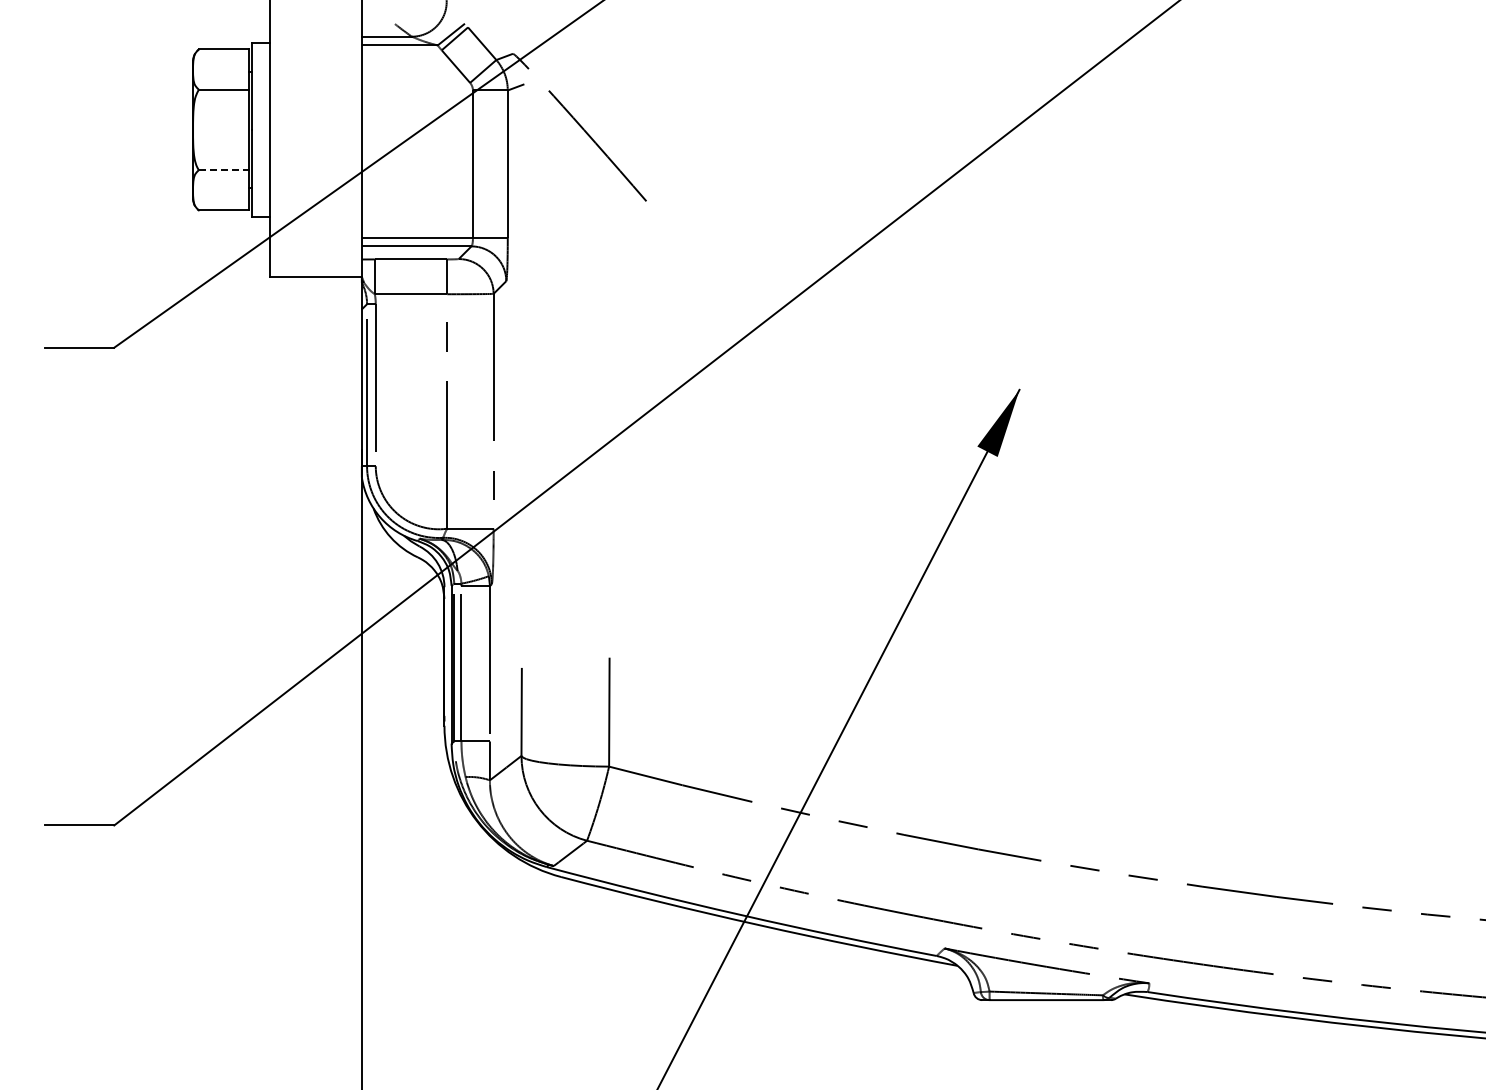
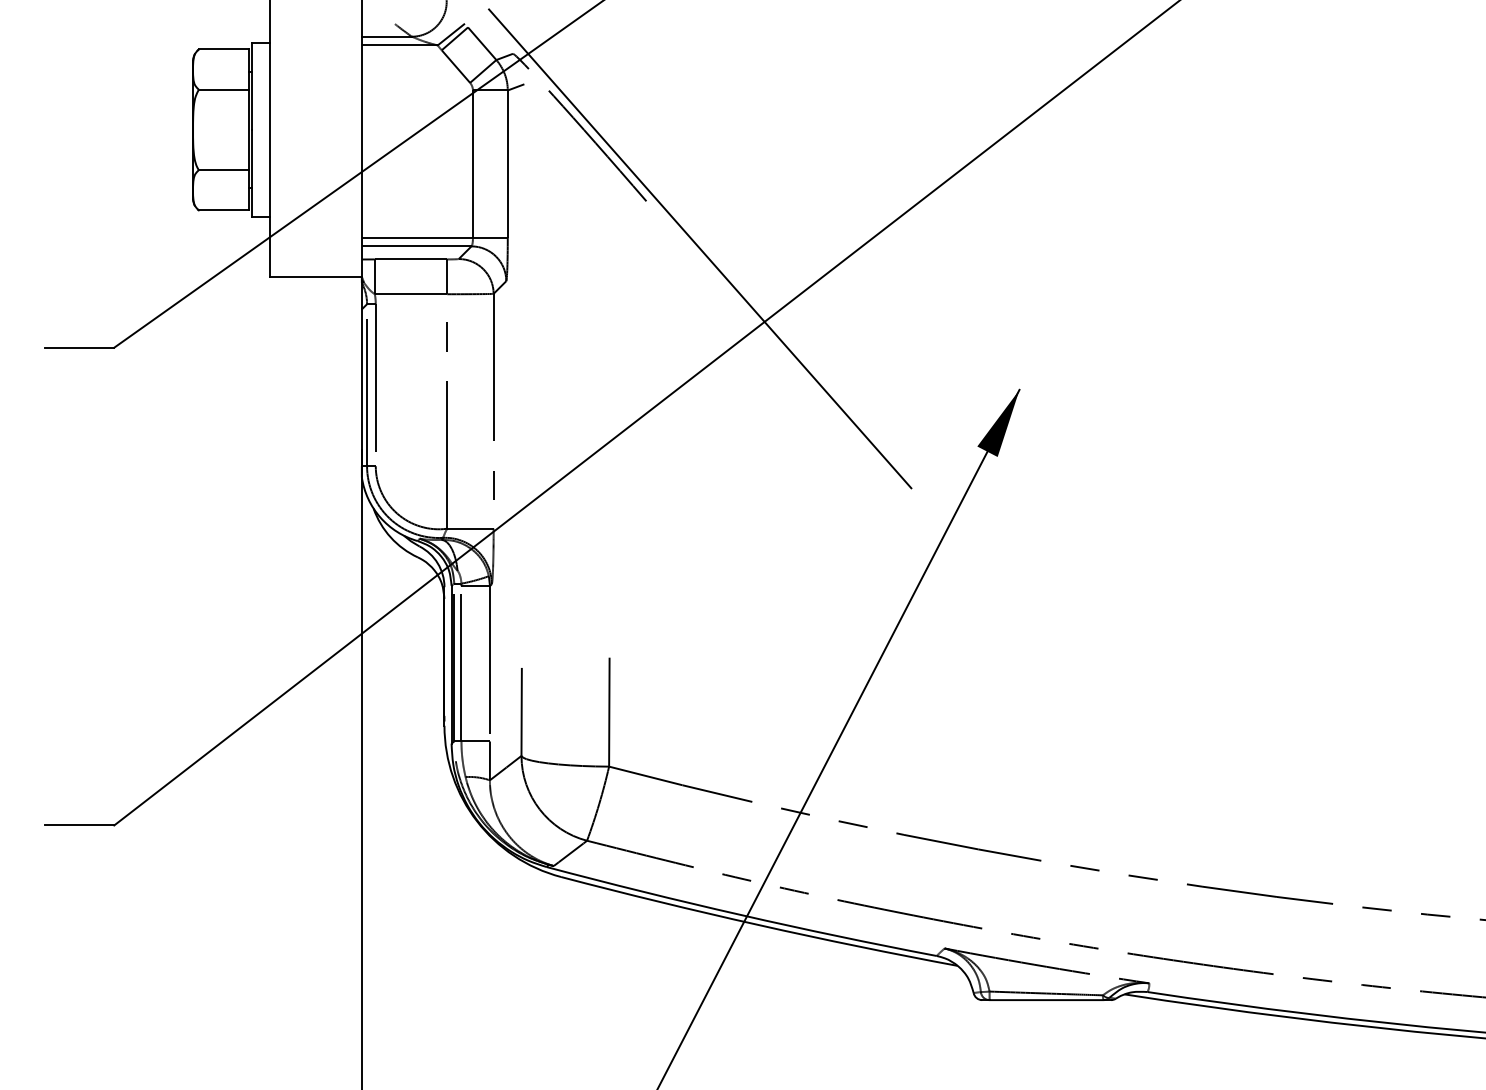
line at (224, 170): dashed -> solid
line at (700, 248): none -> present
